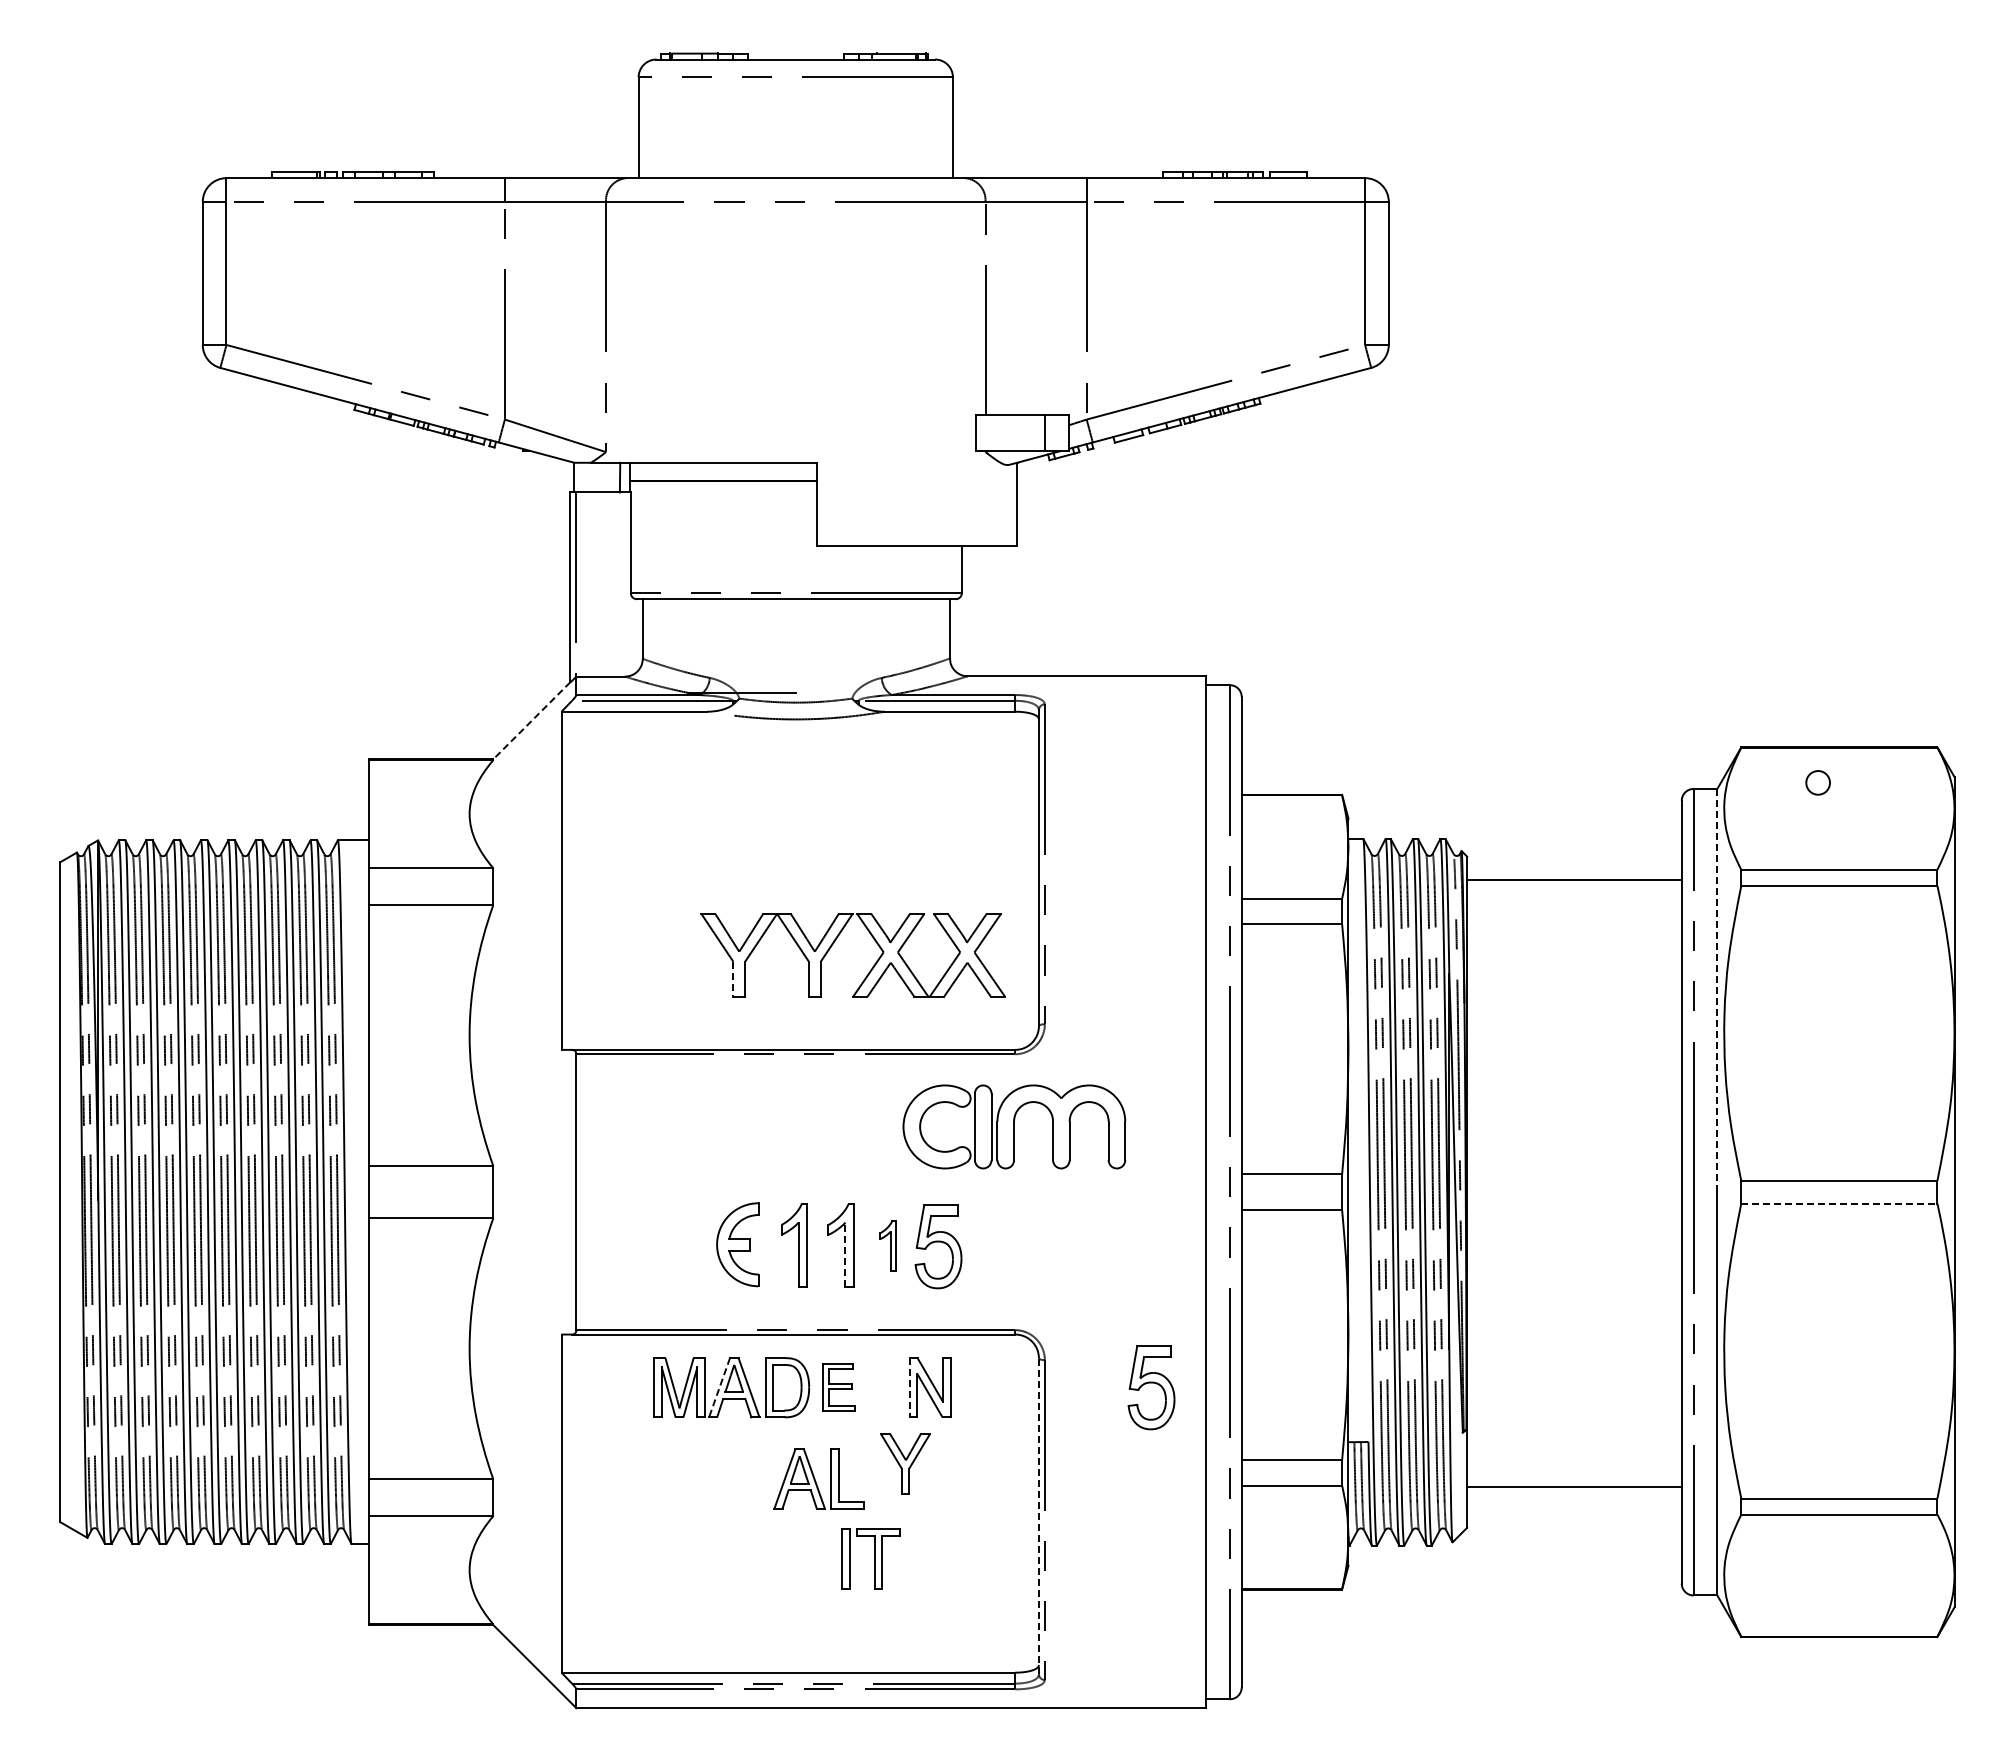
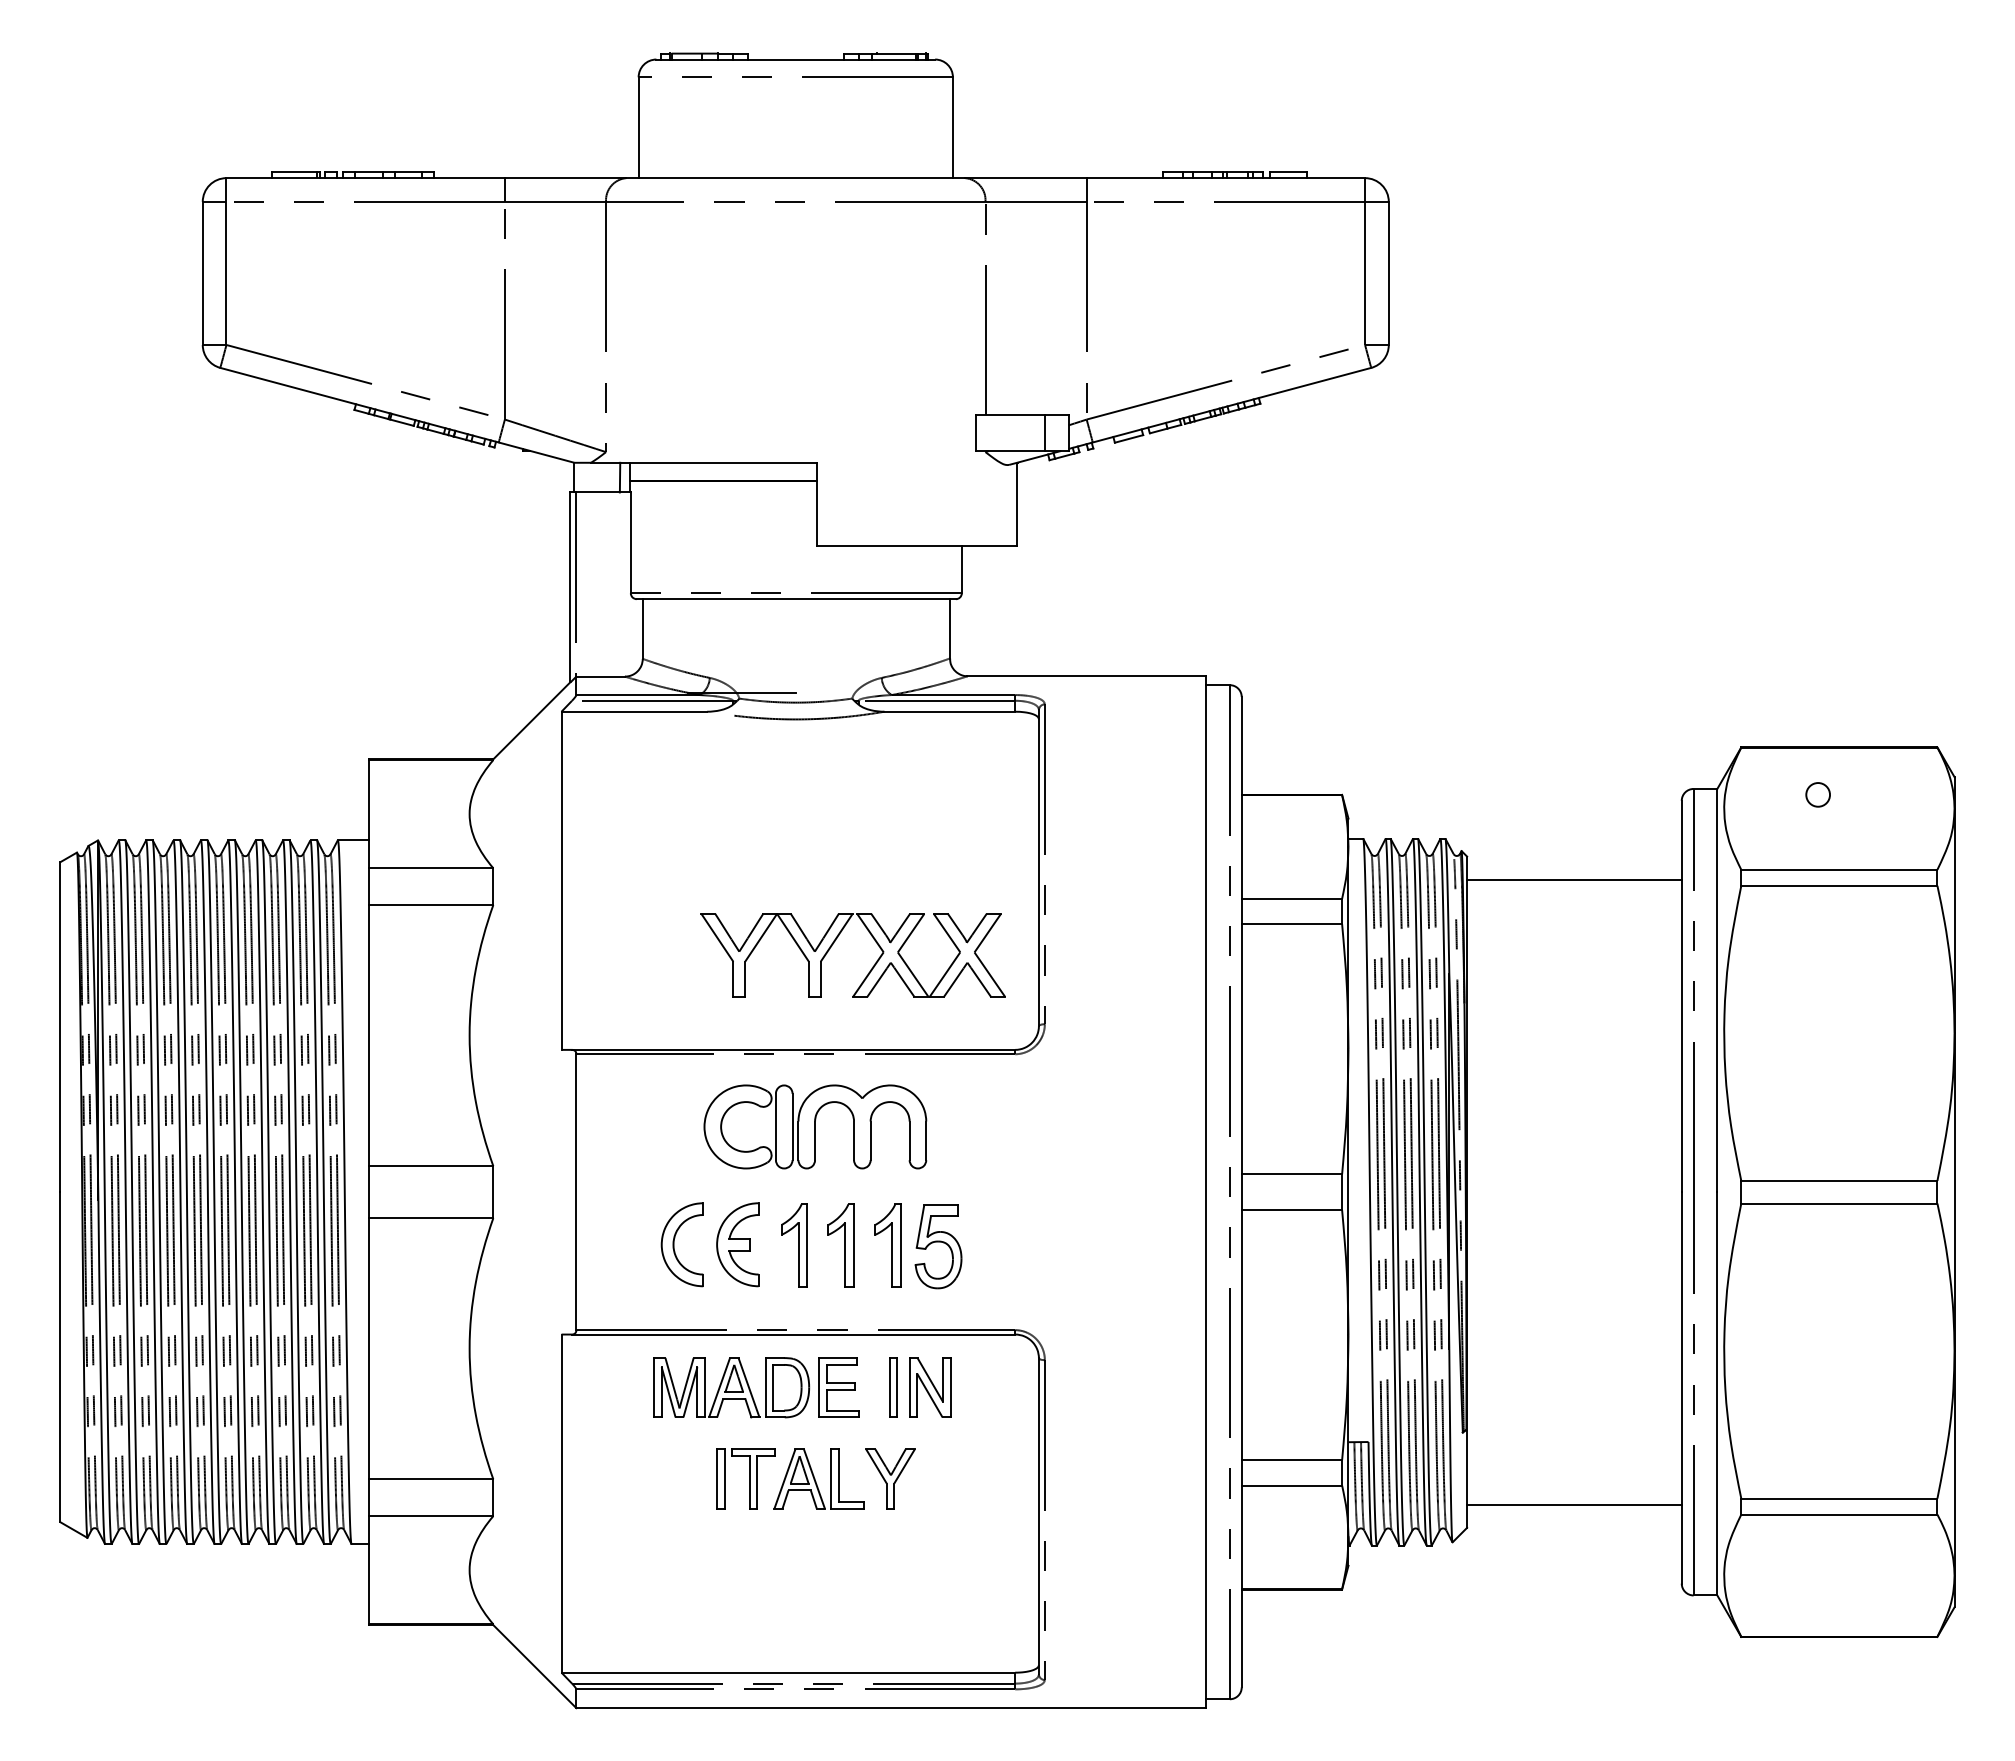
line at (531, 720): dashed -> solid
circle at (1817, 782) position: (1817, 782) -> (1817, 794)
line at (733, 979): dashed -> solid
line at (1717, 990): dashed -> solid
part at (1014, 1126) position: (1014, 1126) -> (815, 1126)
line at (1839, 1203): dashed -> solid
part at (674, 1244): none -> present
part at (887, 1245) size: 18x52 px -> 28x85 px
line at (845, 1254): dashed -> solid
line at (719, 1387): dashed -> solid
part at (838, 1387) size: 34x49 px -> 42x61 px
part at (893, 1387): none -> present
line at (909, 1387): dashed -> solid
part at (1151, 1387): present -> none
part at (905, 1463) position: (905, 1463) -> (890, 1478)
line at (1574, 1486) position: (1574, 1486) -> (1574, 1504)
line at (1038, 1515): dashed -> solid
part at (870, 1558) position: (870, 1558) -> (745, 1478)
